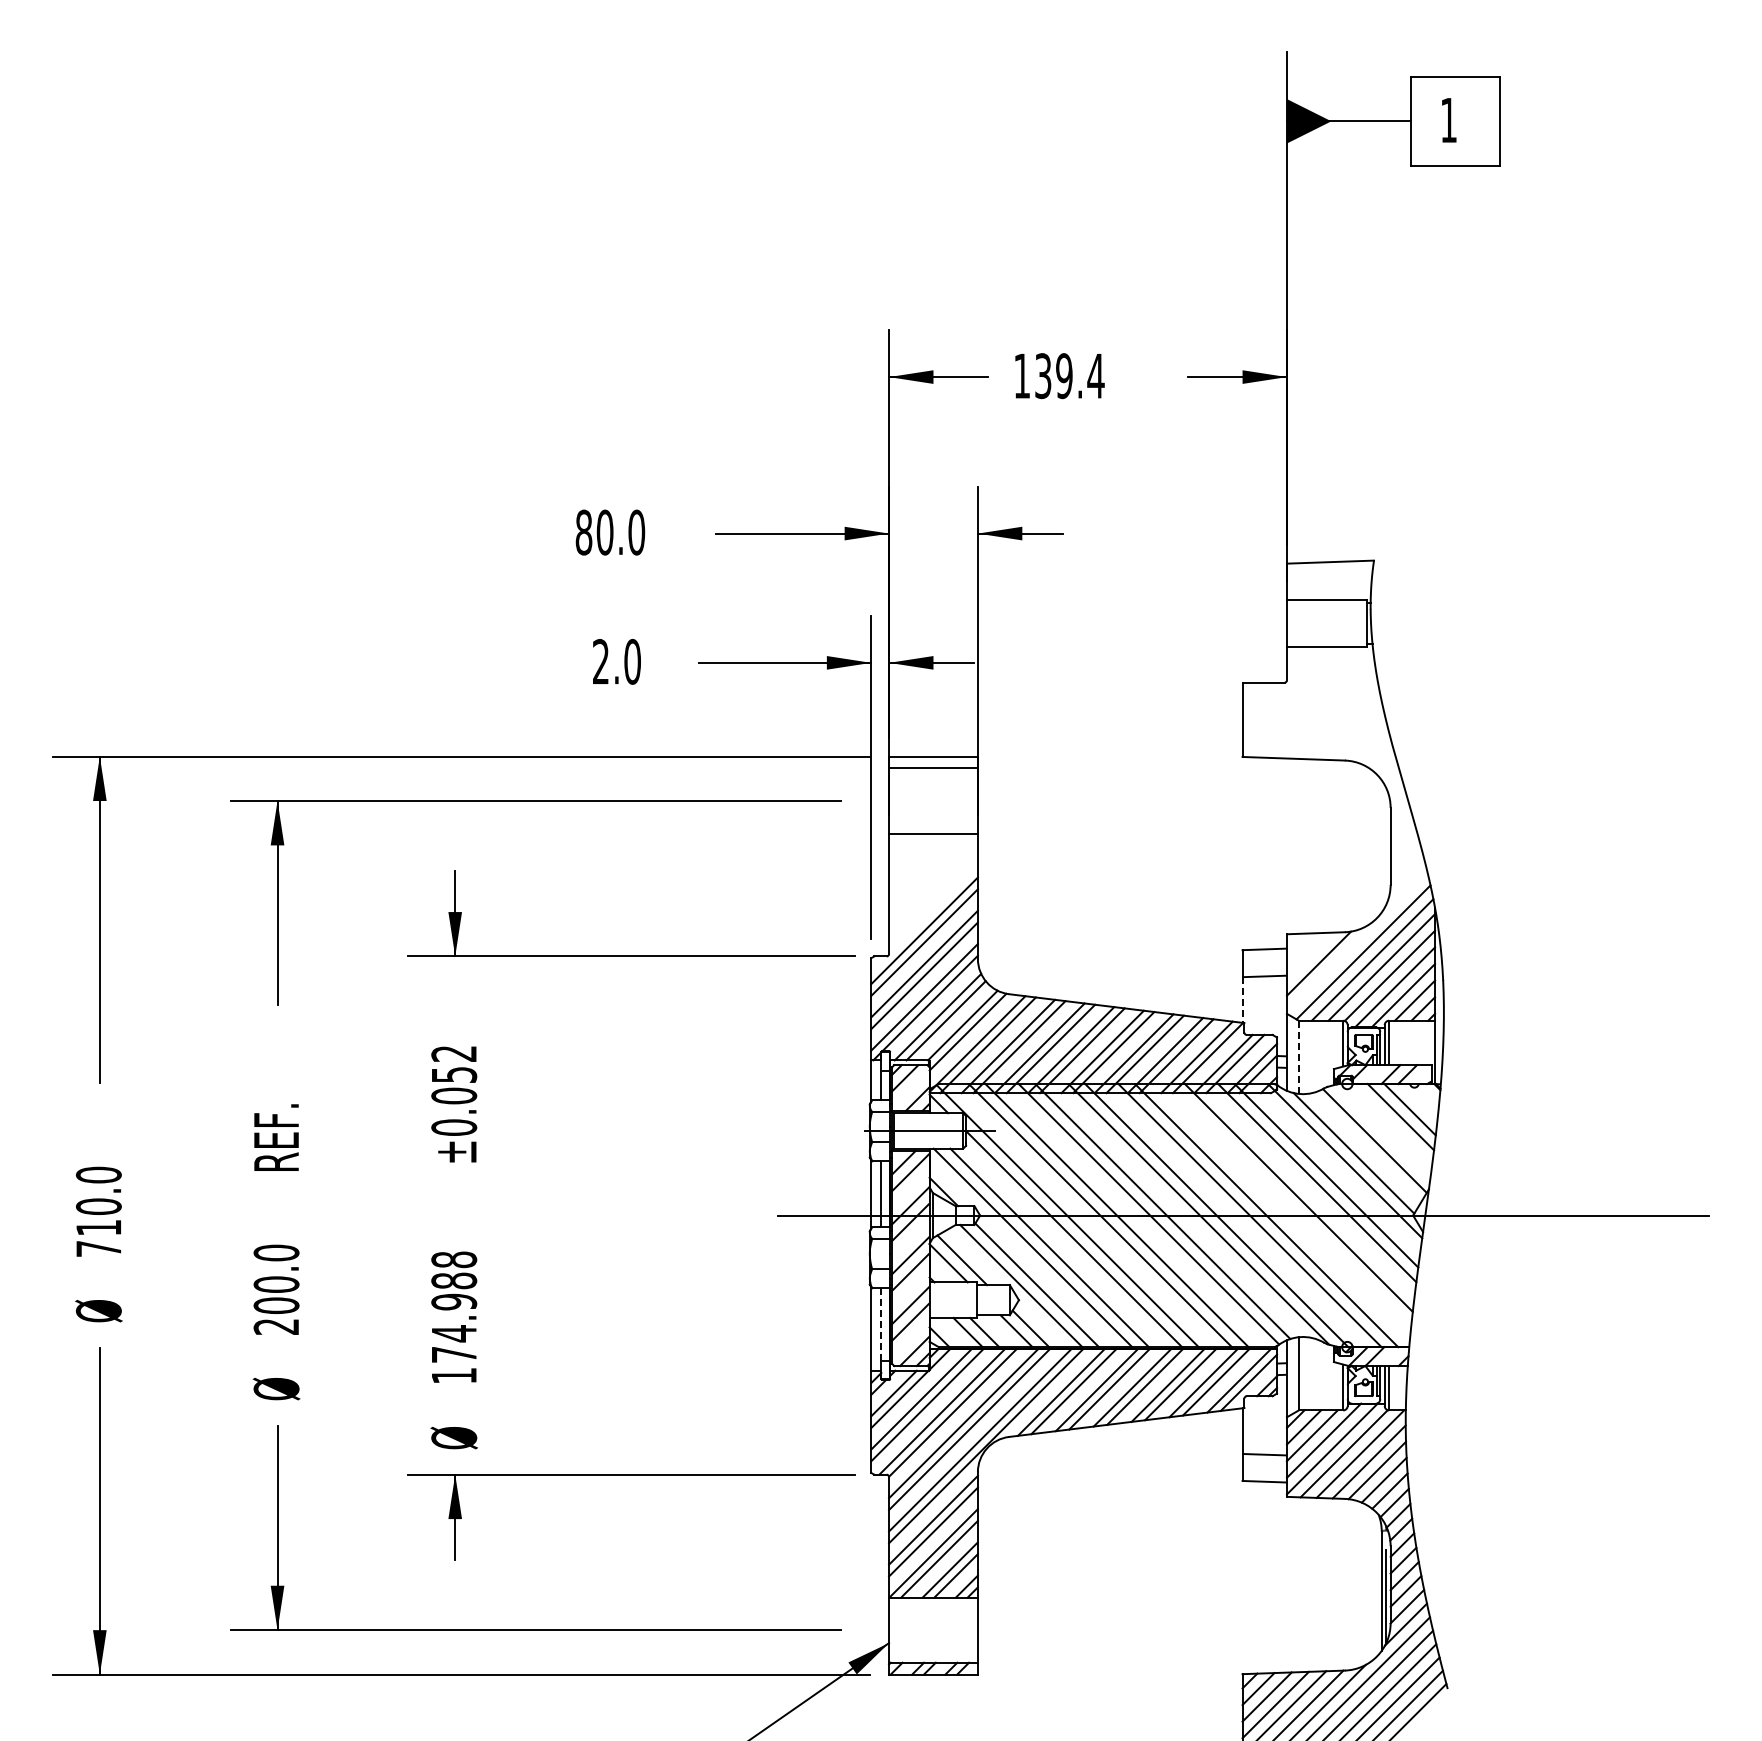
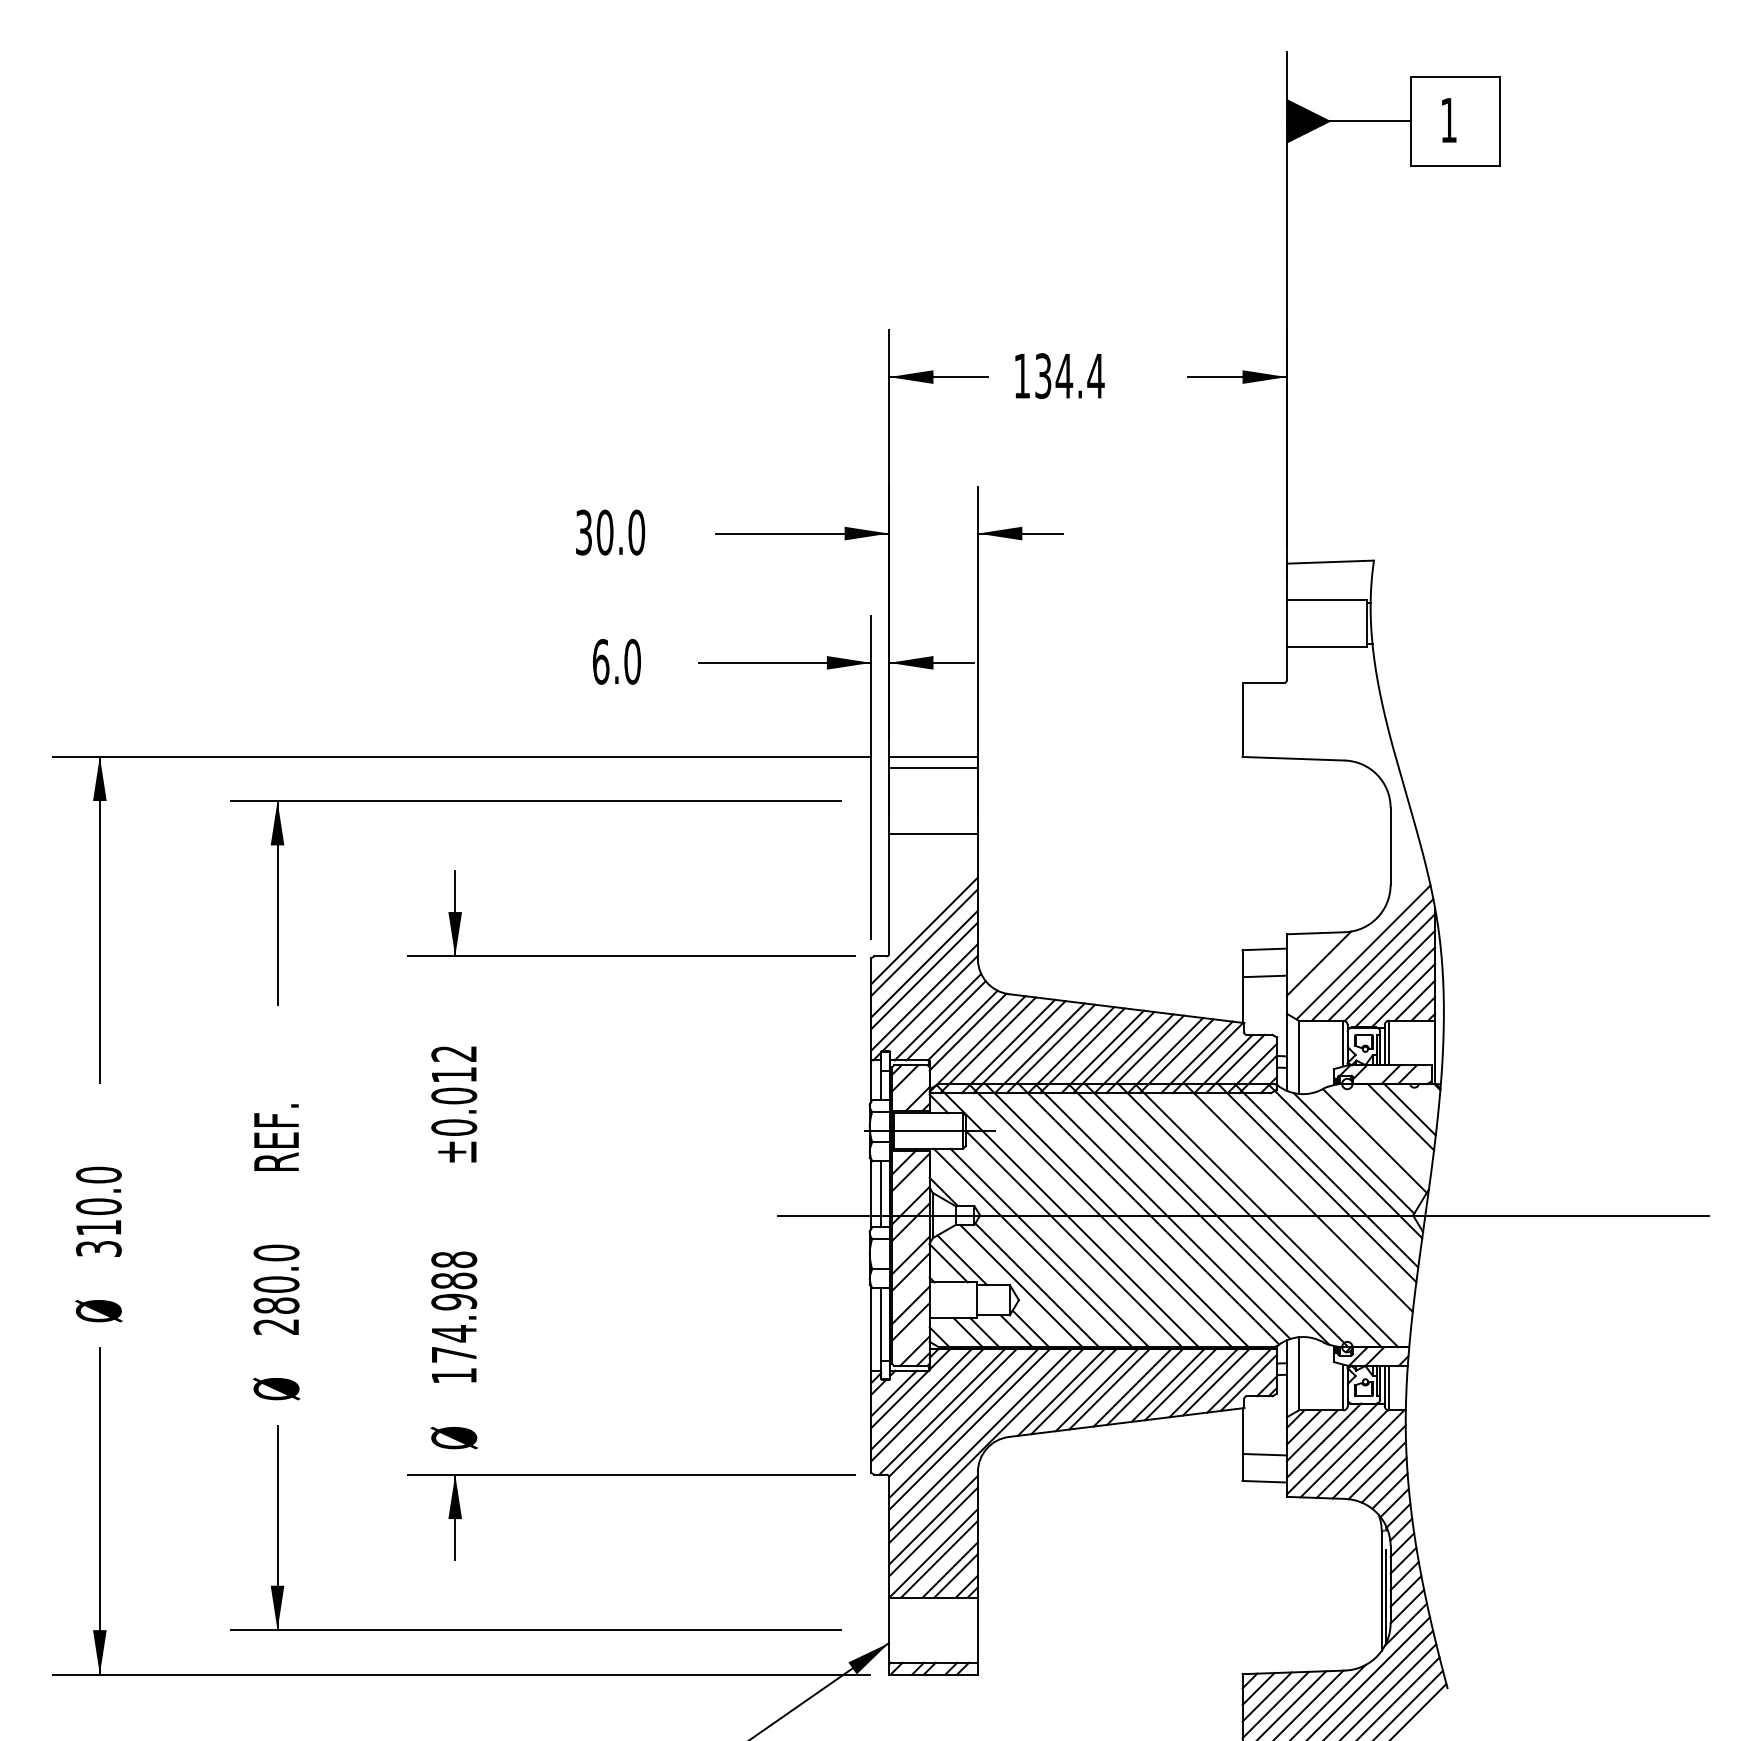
text at (1064, 376): 139.4 -> 134.4
text at (583, 532): 80.0 -> 30.0
text at (600, 661): 2.0 -> 6.0
line at (1242, 1000): dashed -> solid
line at (1298, 1057): dashed -> solid
text at (454, 1074): ±0.052 -> ±0.012
text at (98, 1248): 710.0 -> 310.0
text at (276, 1305): 200.0 -> 280.0
line at (881, 1324): dashed -> solid
